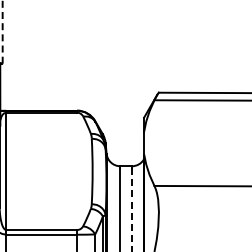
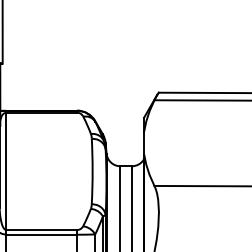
line at (2, 31): dashed -> solid
line at (132, 209): dashed -> solid
